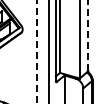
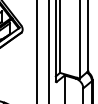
line at (88, 35): dashed -> solid
line at (37, 52): dashed -> solid
